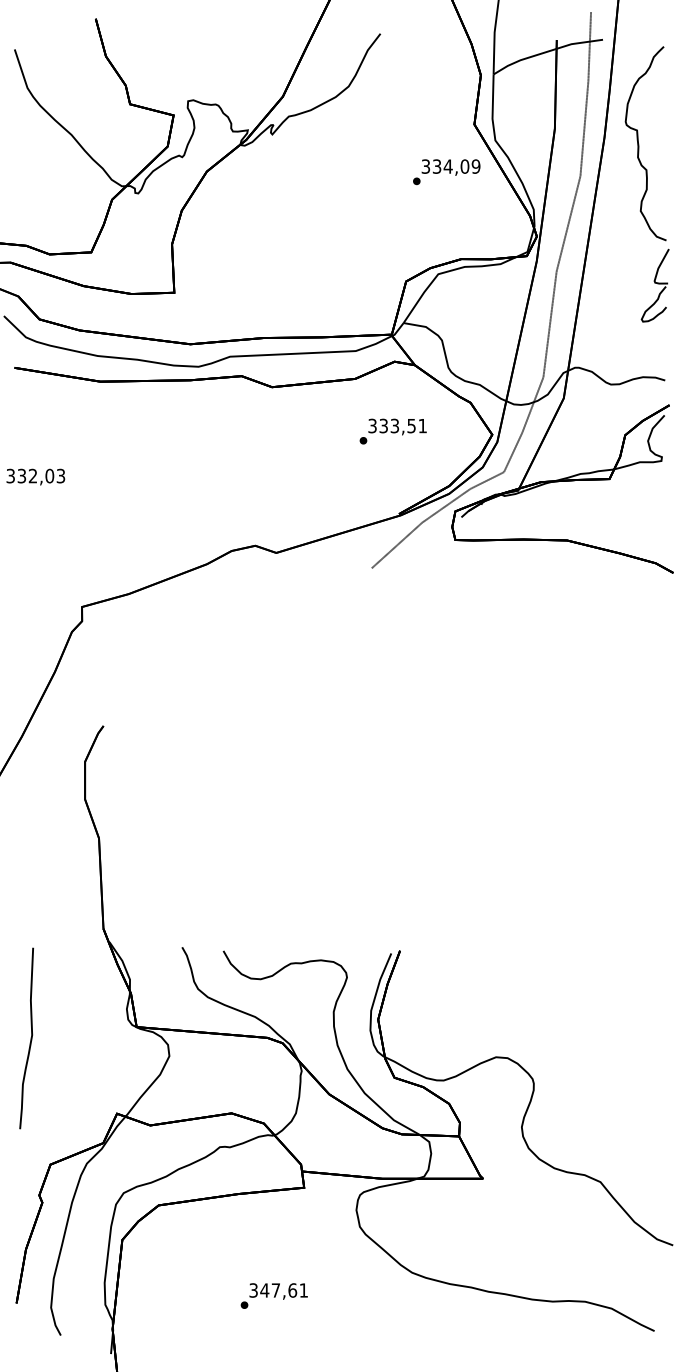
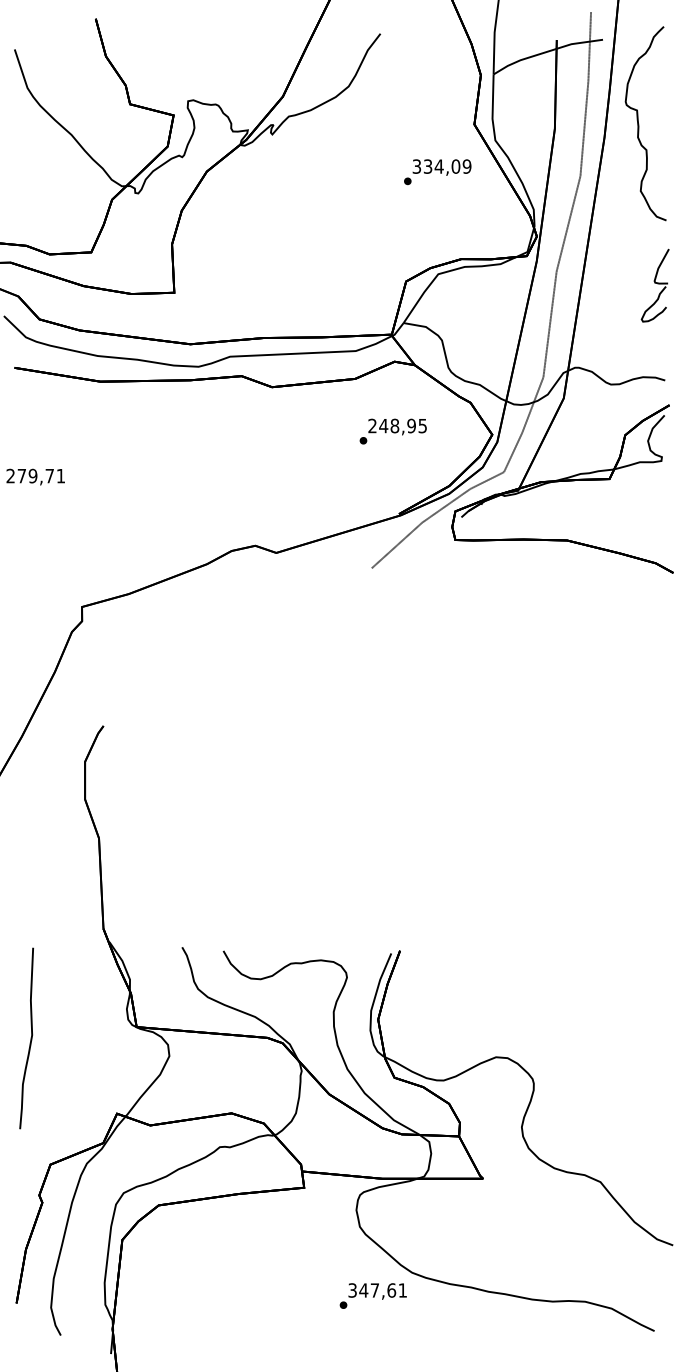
curve at (639, 144) position: (639, 144) -> (639, 124)
text at (446, 172) position: (446, 172) -> (437, 172)
text at (397, 425): 333,51 -> 248,95
text at (35, 475): 332,03 -> 279,71
text at (273, 1295) position: (273, 1295) -> (372, 1295)
